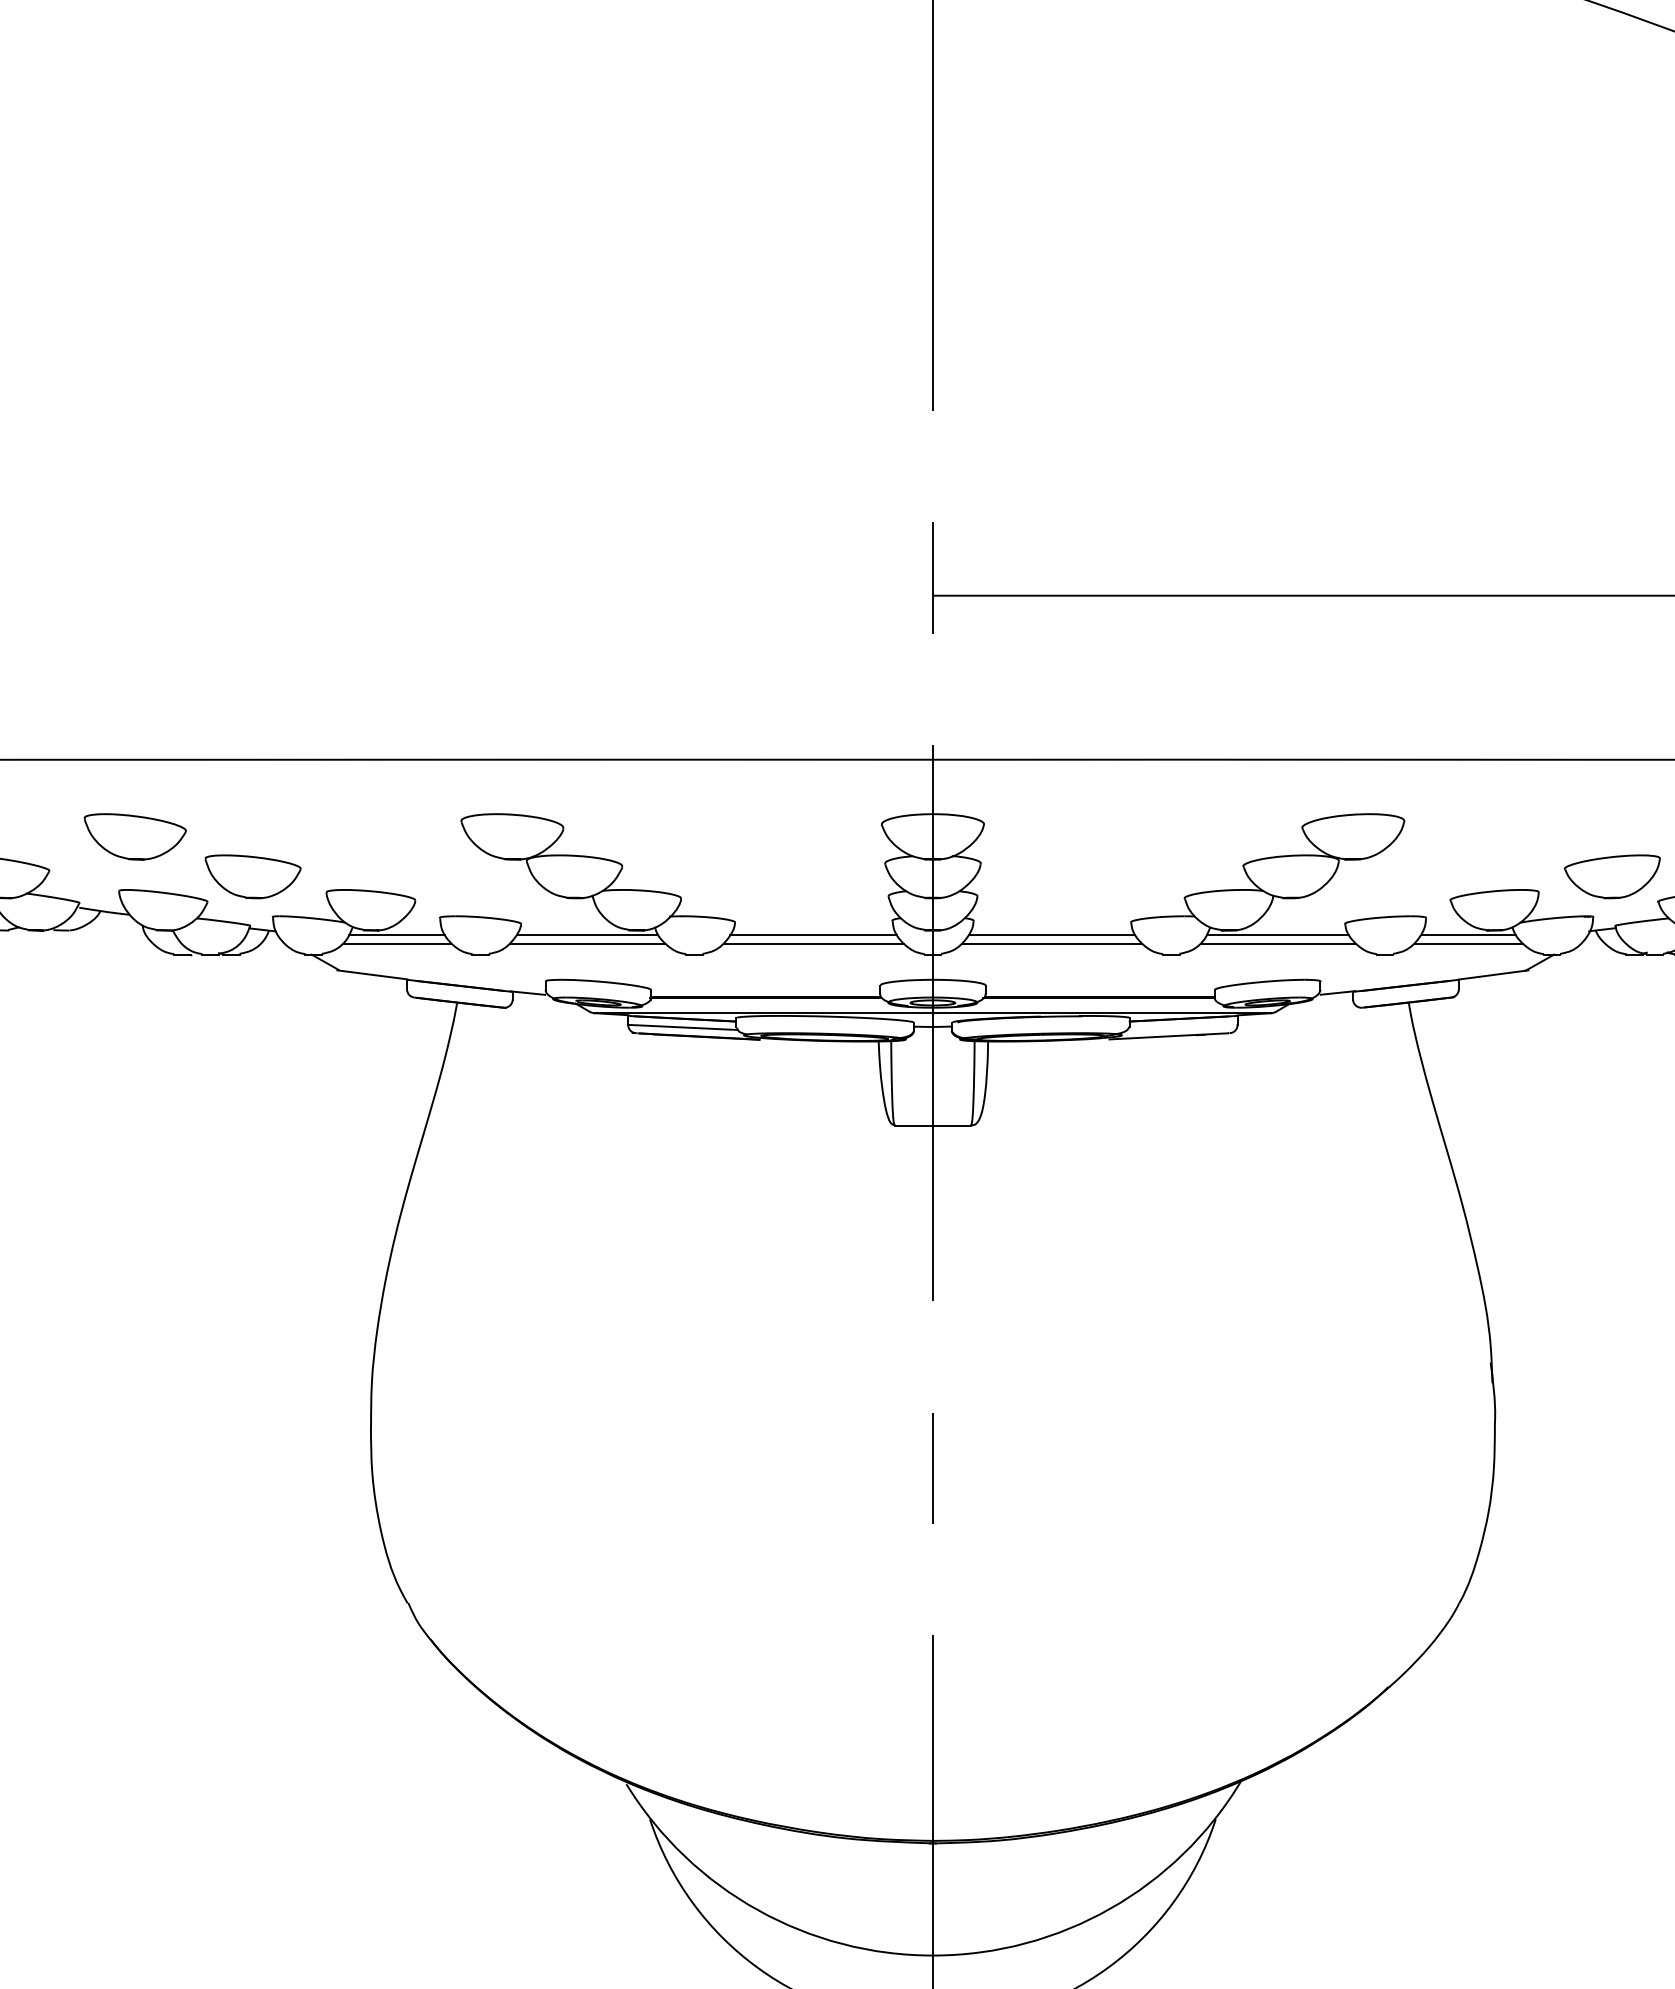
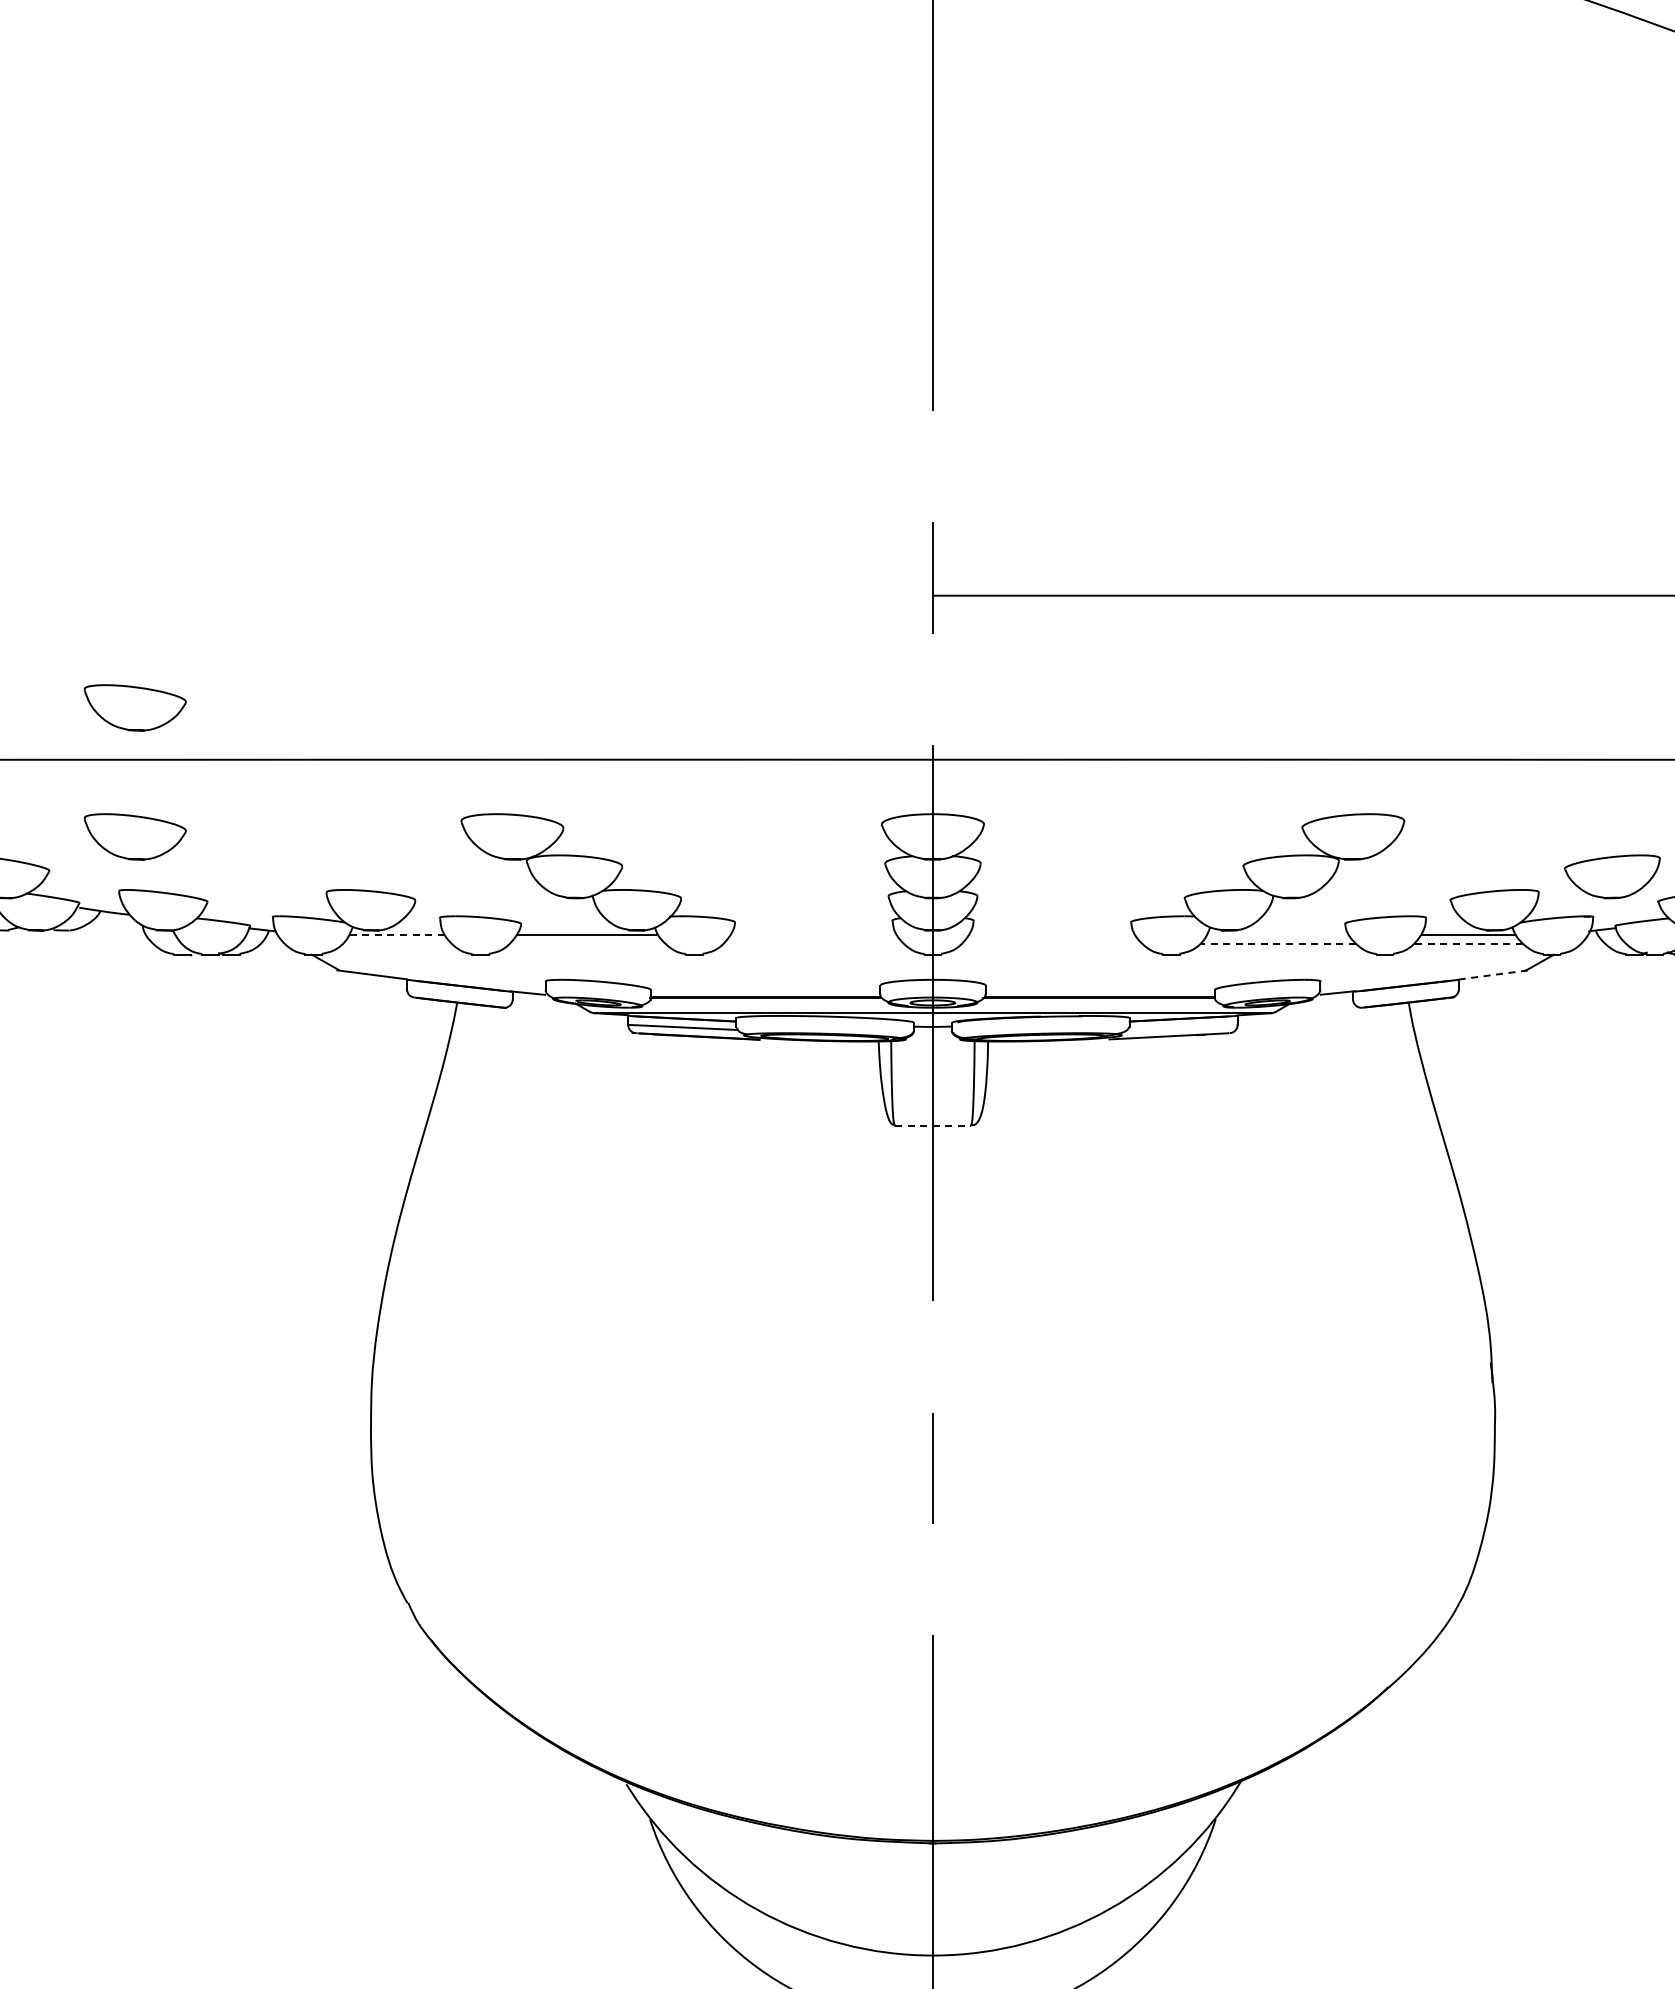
part at (134, 707): none -> present
part at (252, 876): present -> none
line at (397, 935): solid -> dashed
line at (813, 935): present -> none
line at (1051, 935): present -> none
line at (1277, 935): present -> none
line at (396, 943): present -> none
line at (587, 943): present -> none
line at (813, 943): present -> none
line at (1052, 943): present -> none
line at (1277, 943): solid -> dashed
line at (1468, 943): solid -> dashed
line at (1494, 974): solid -> dashed
line at (932, 1125): solid -> dashed
